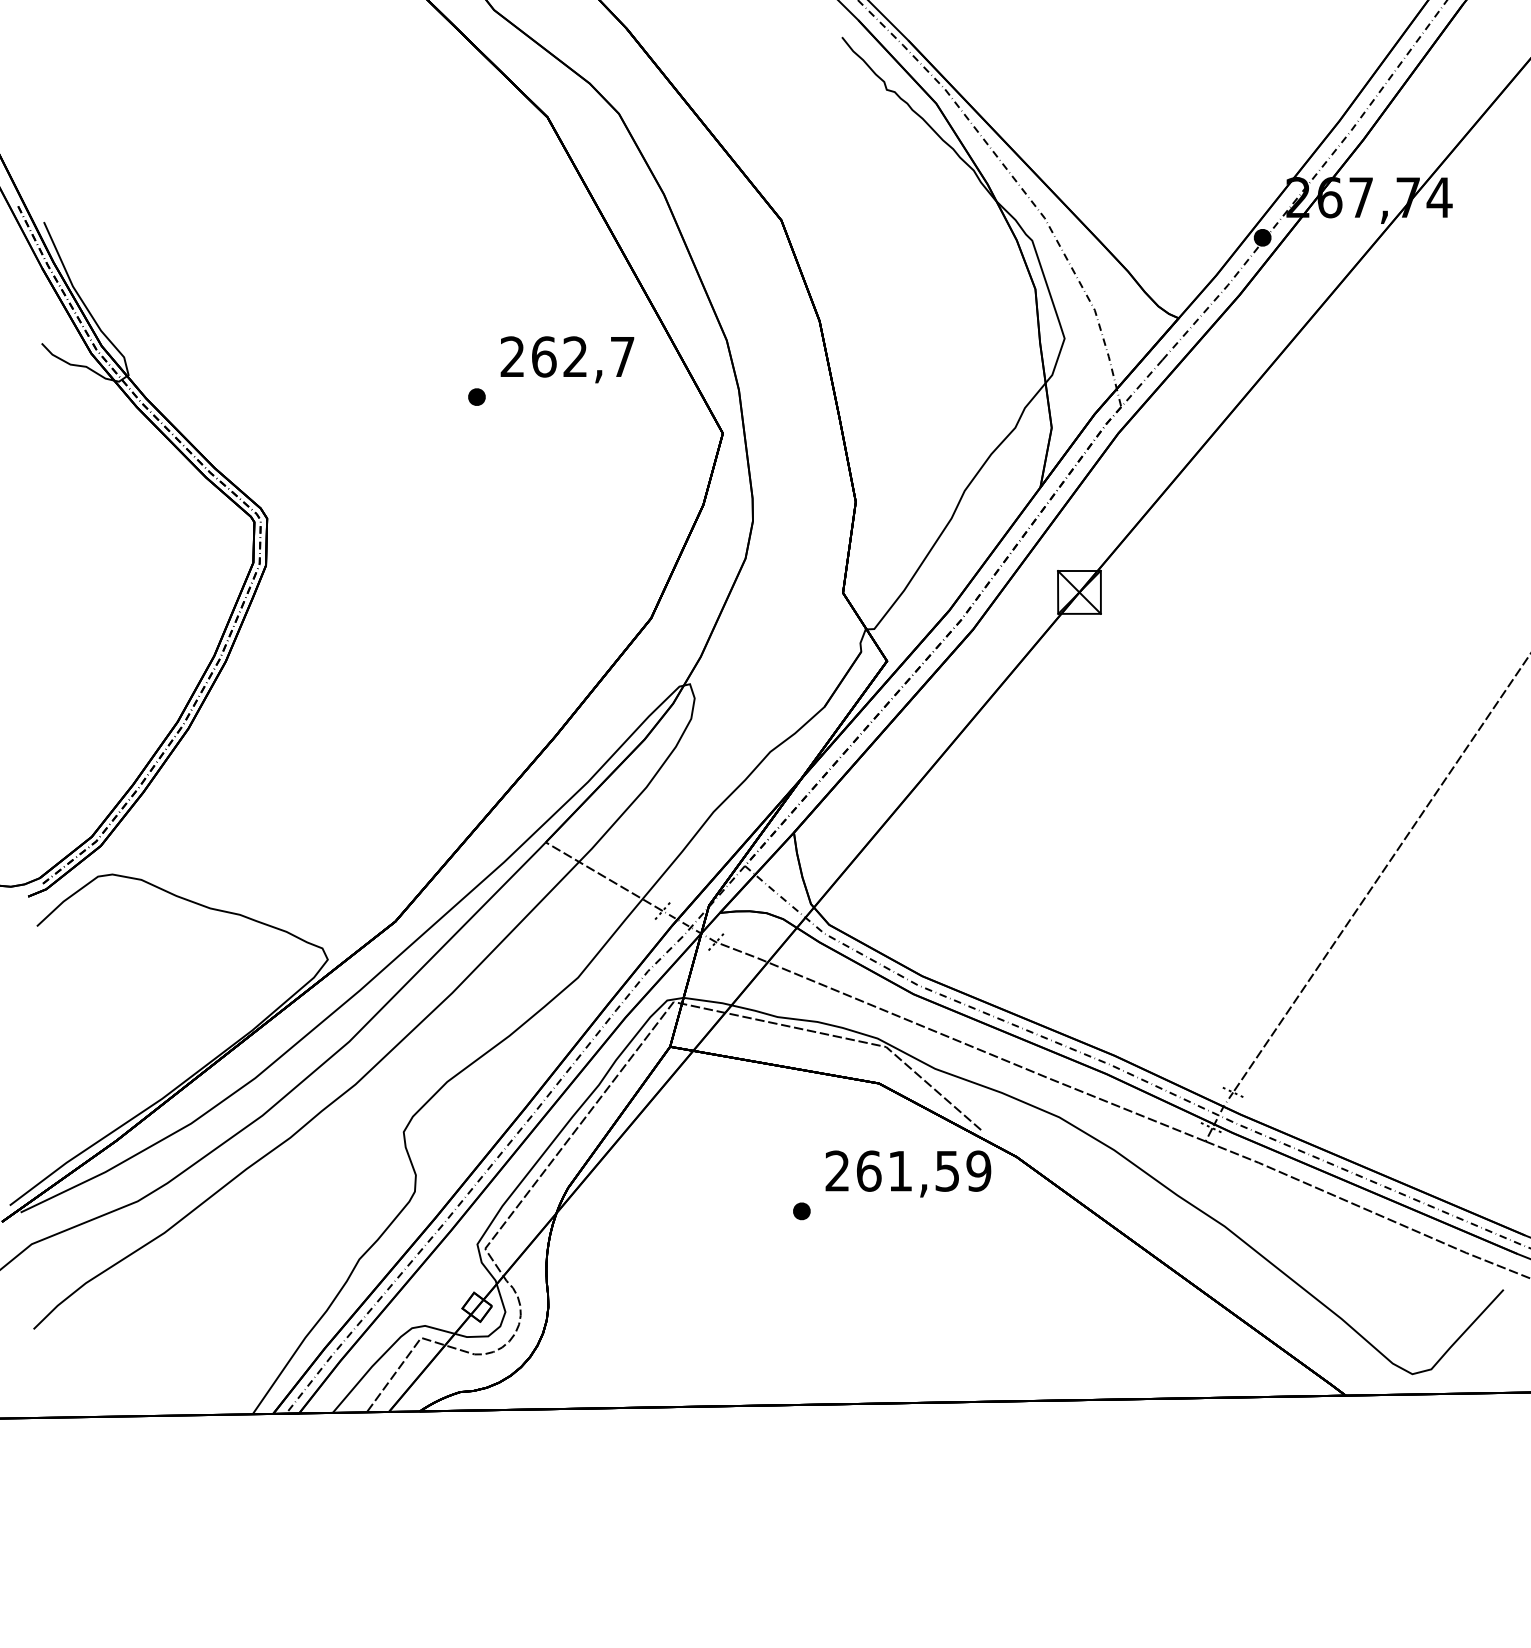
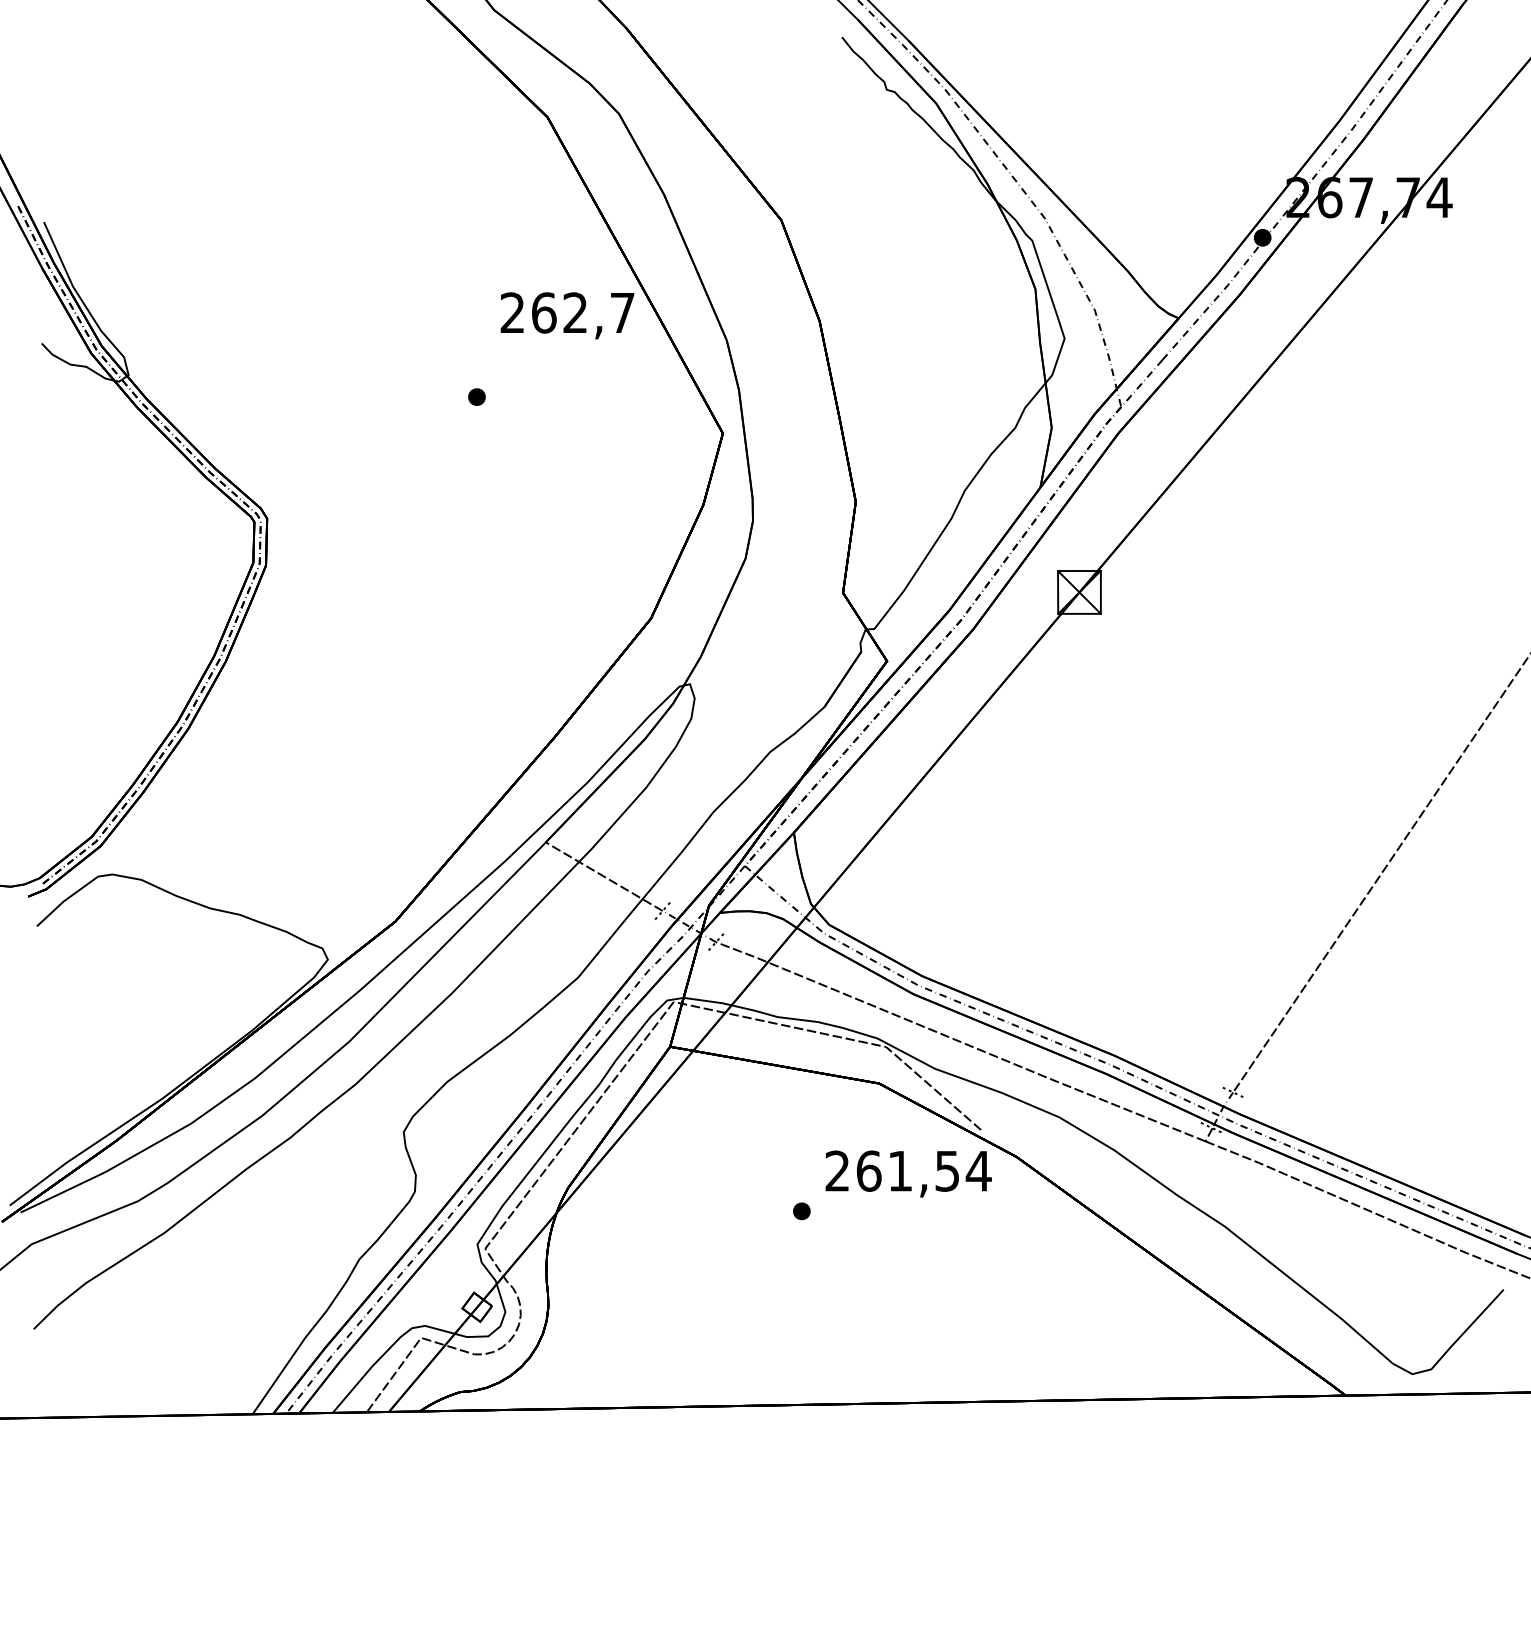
text at (567, 359) position: (567, 359) -> (567, 315)
text at (978, 1170): 261,59 -> 261,54
